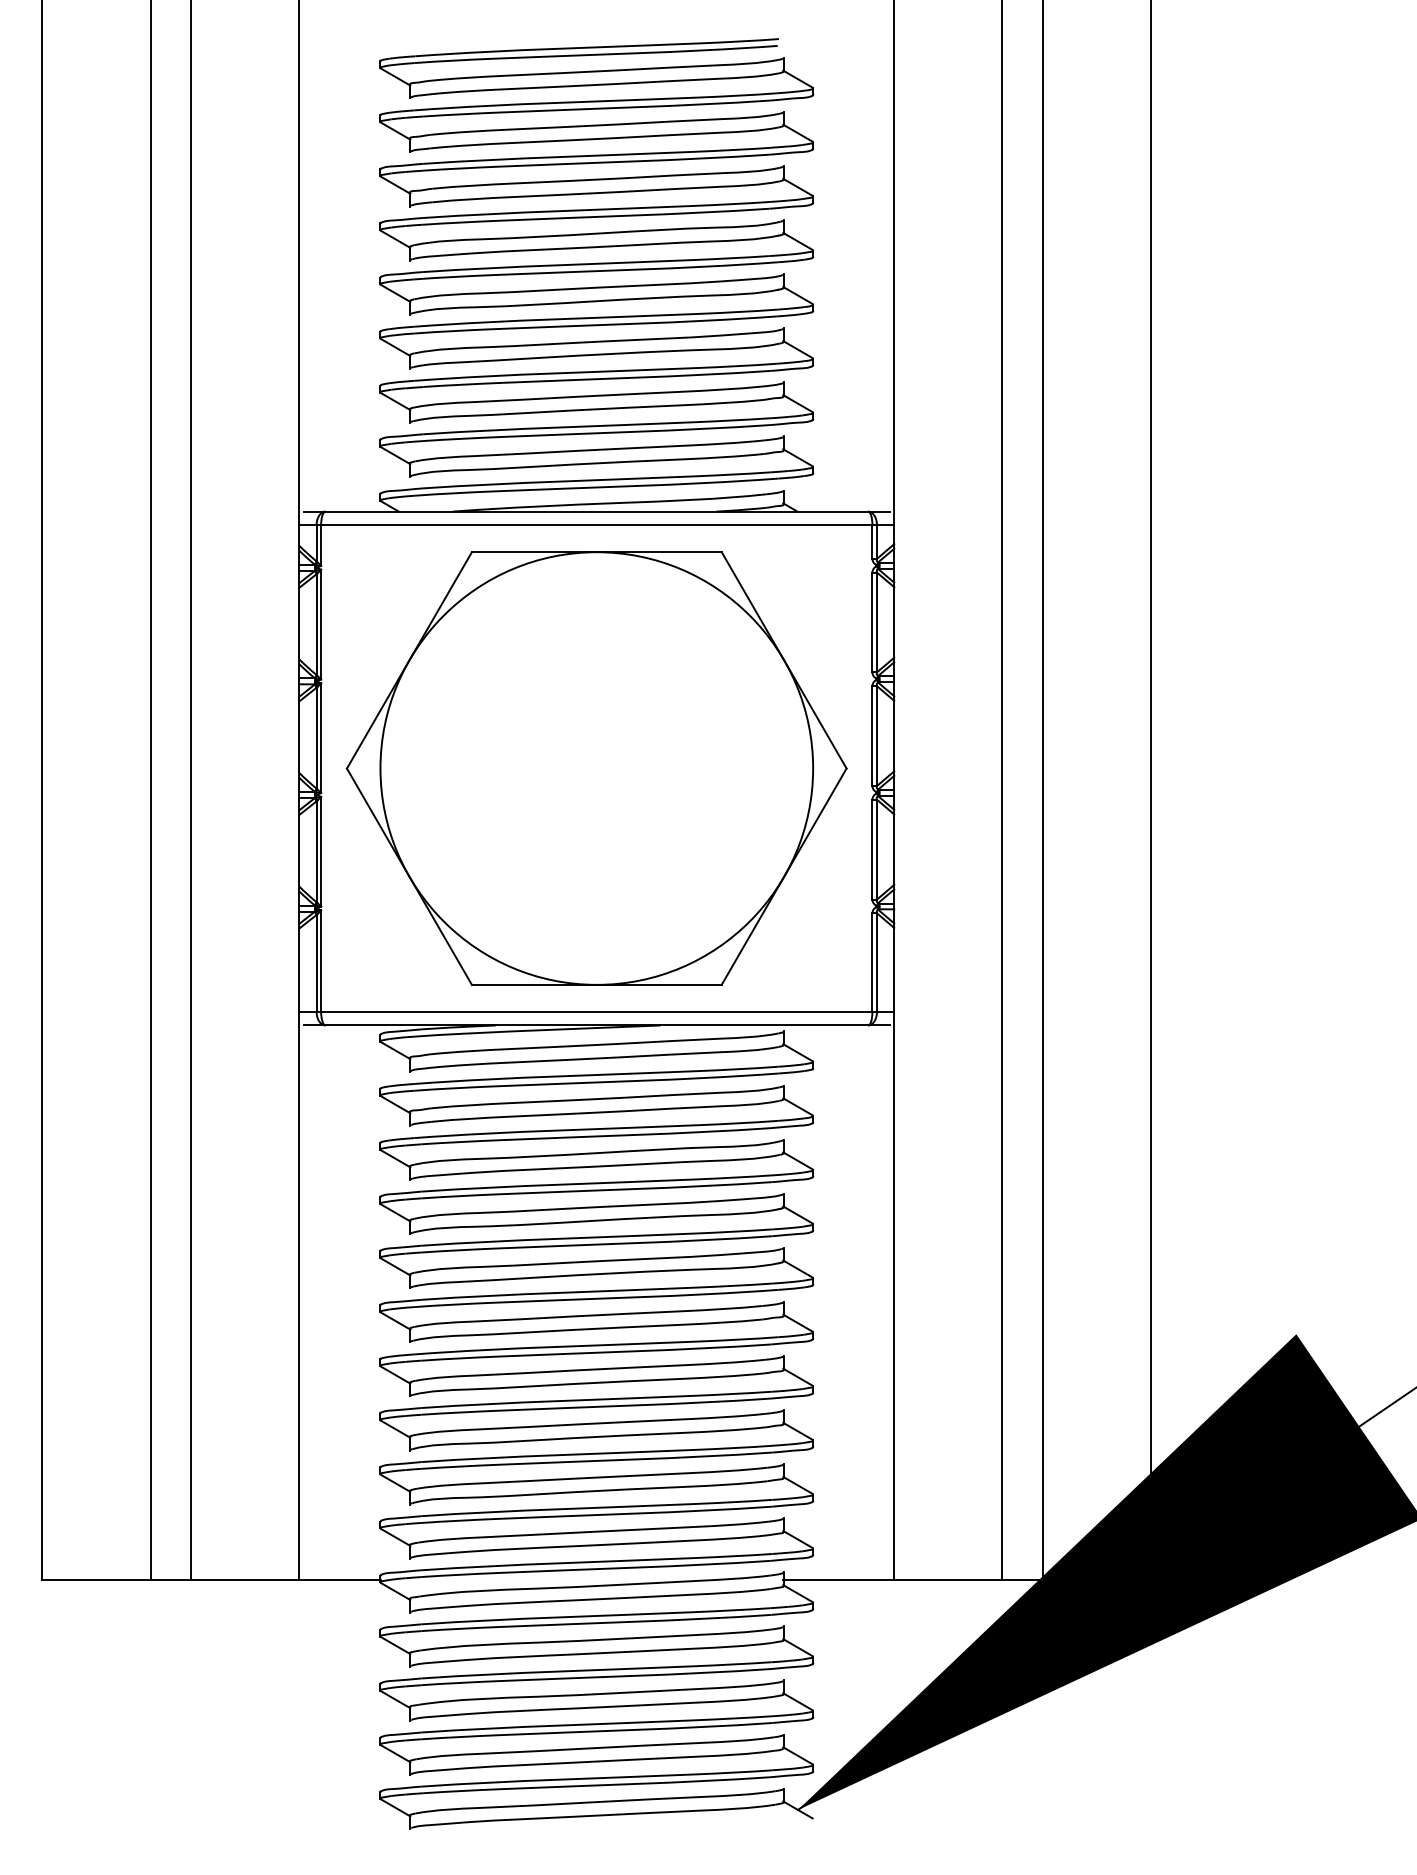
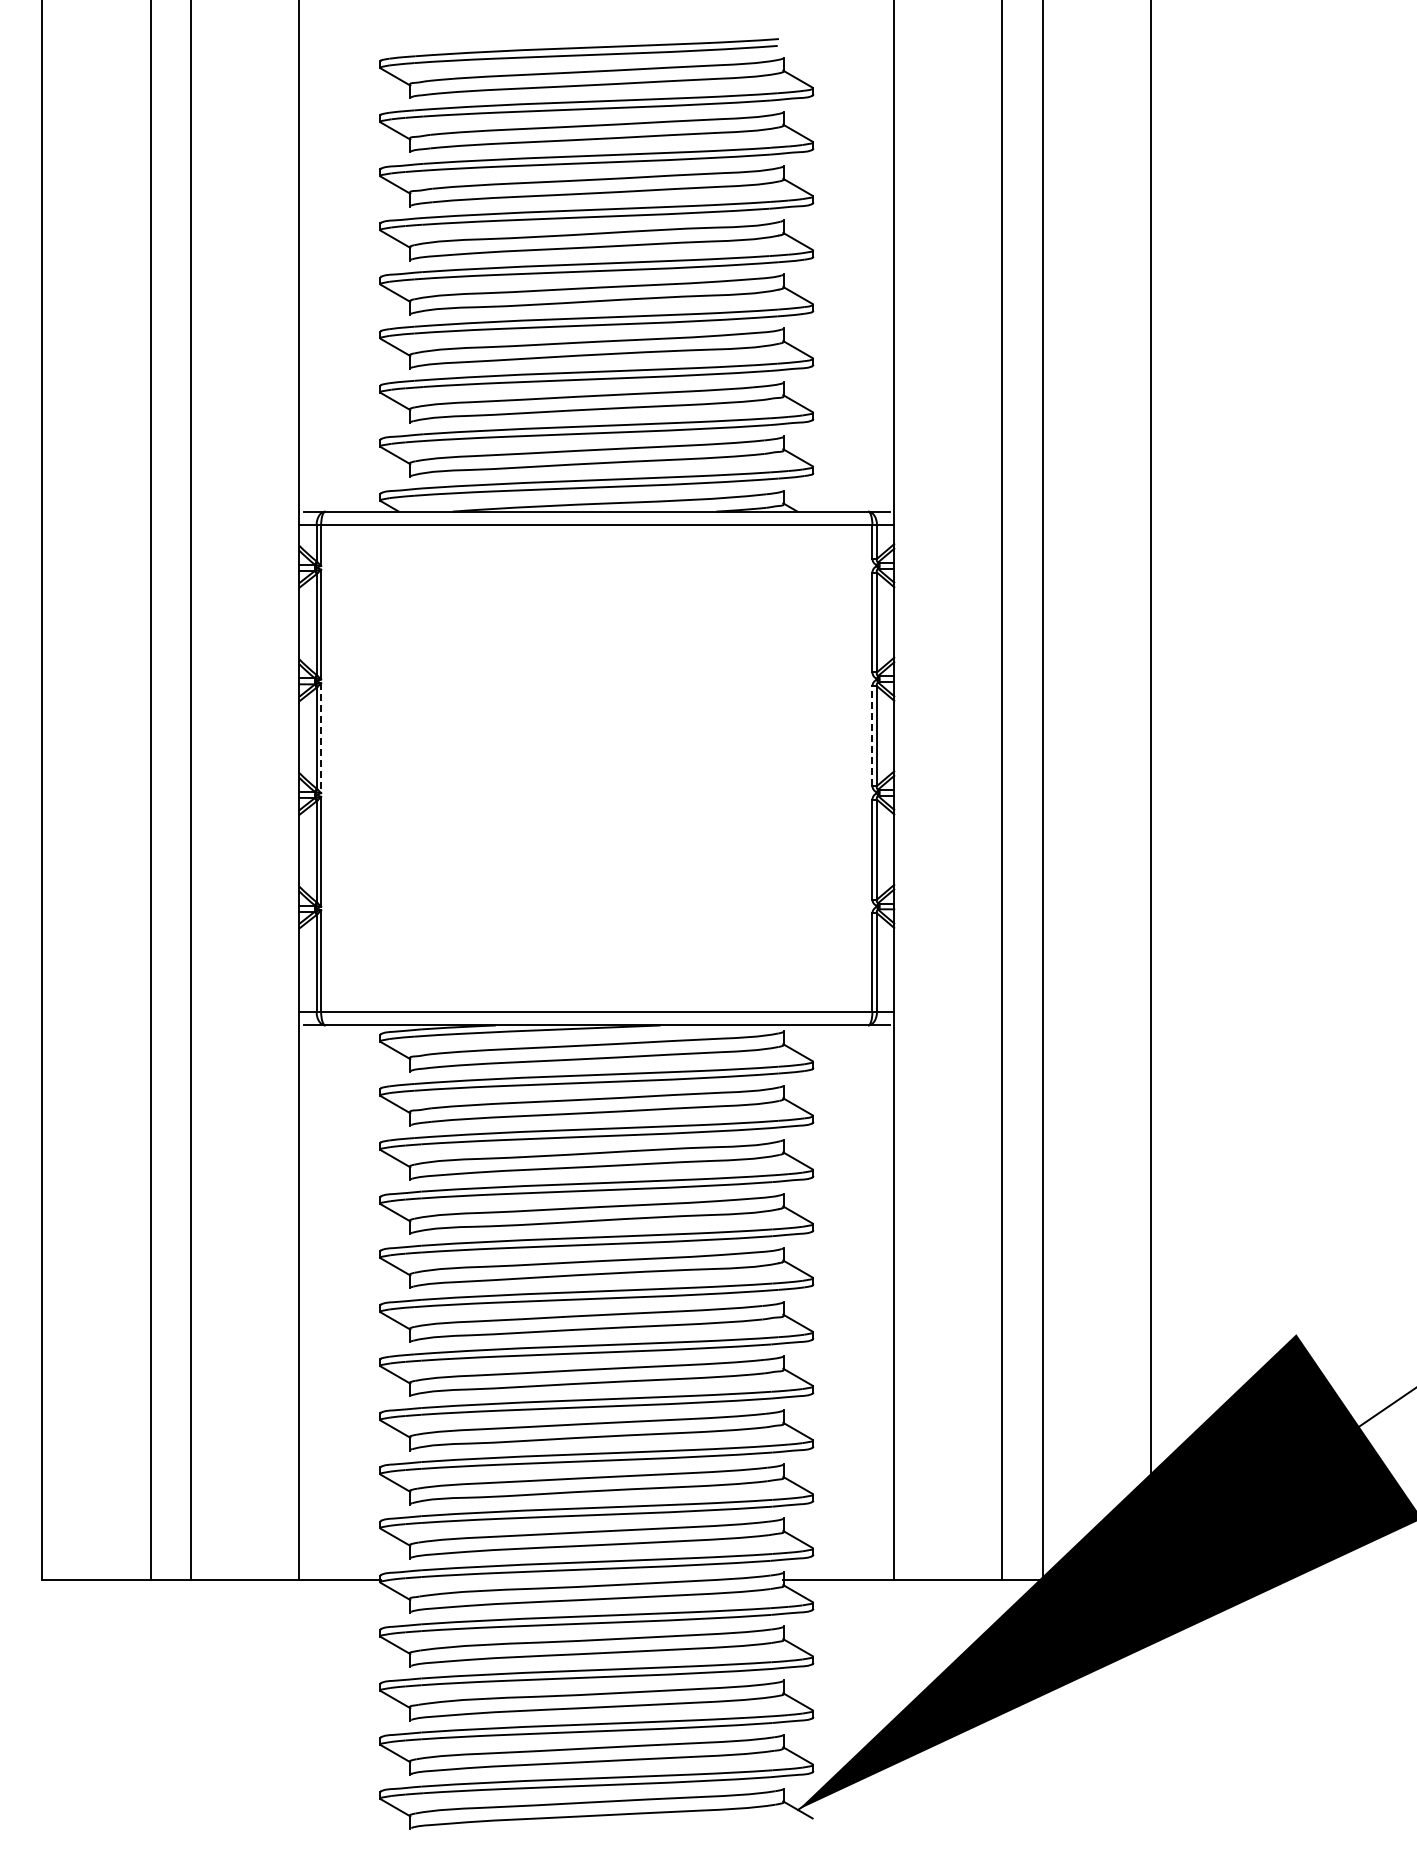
line at (872, 736): solid -> dashed
line at (321, 738): solid -> dashed
part at (596, 768): present -> none
